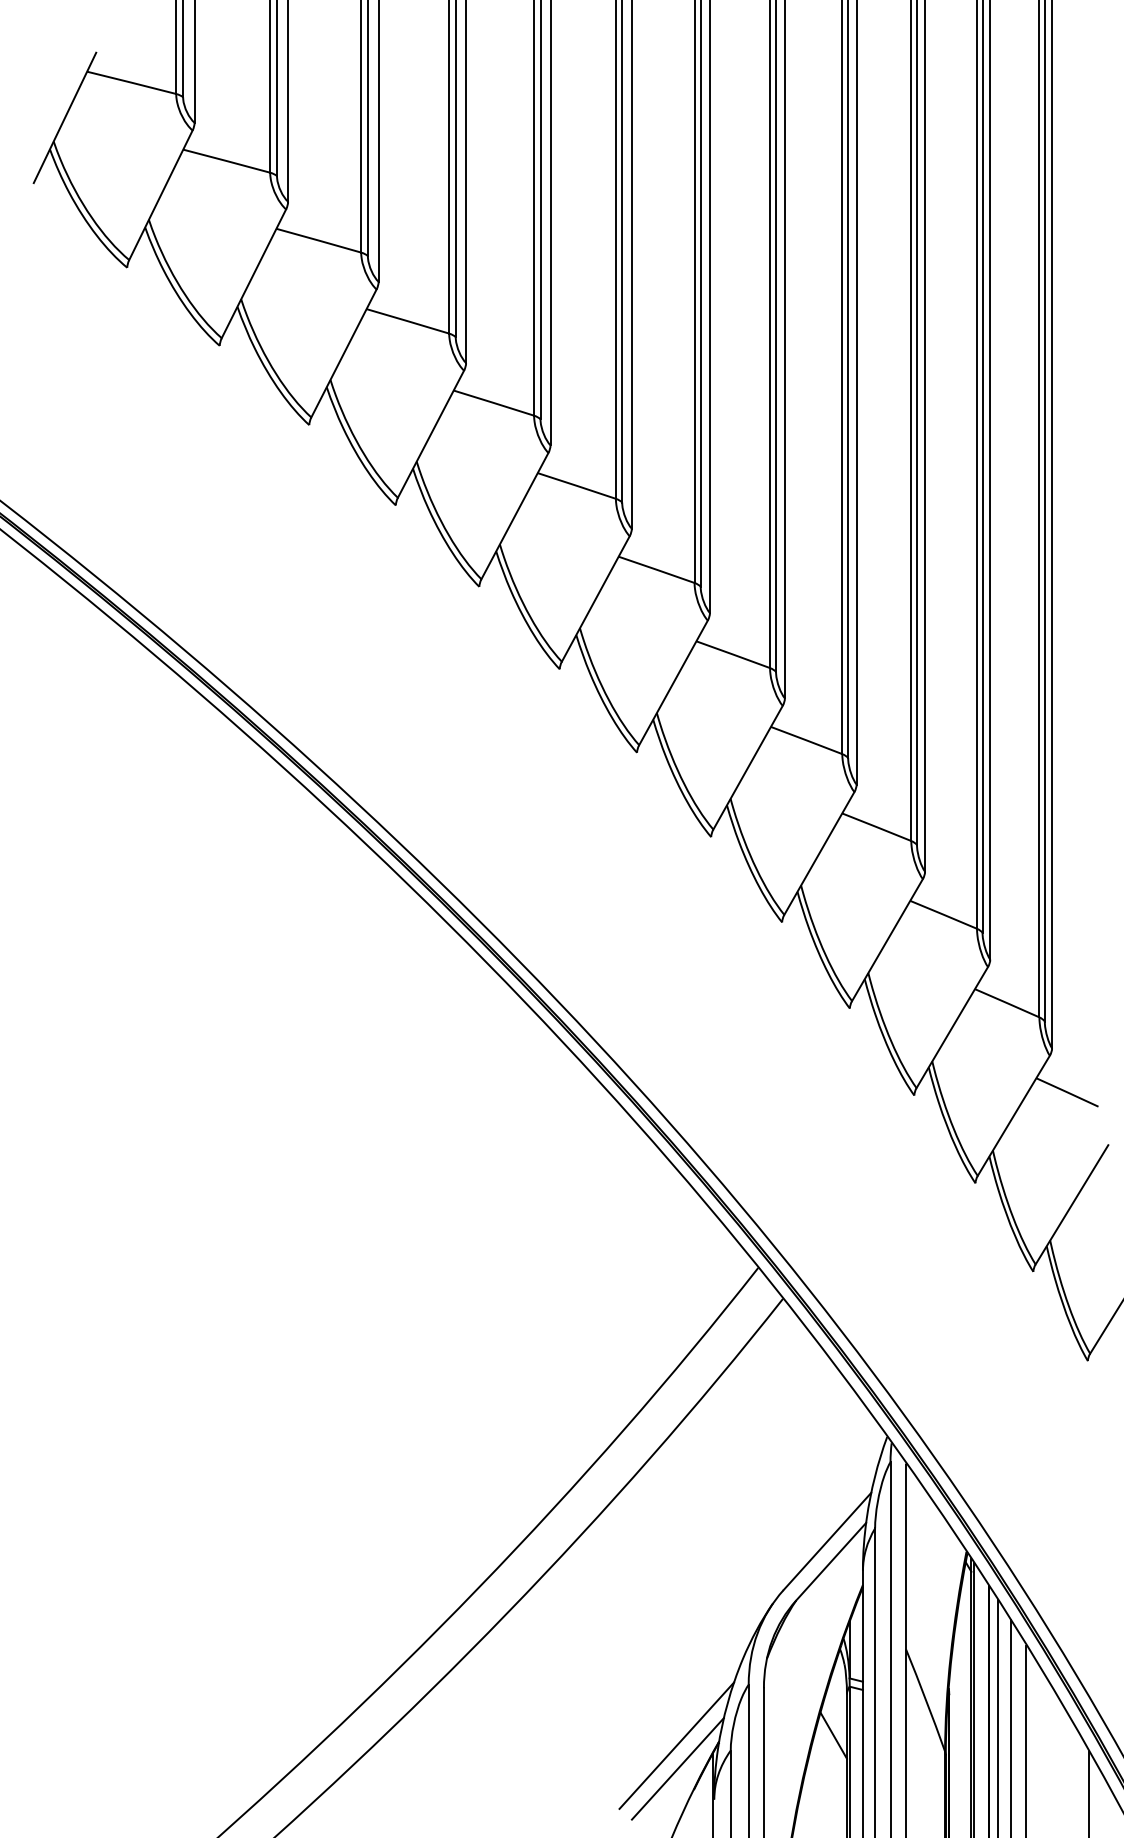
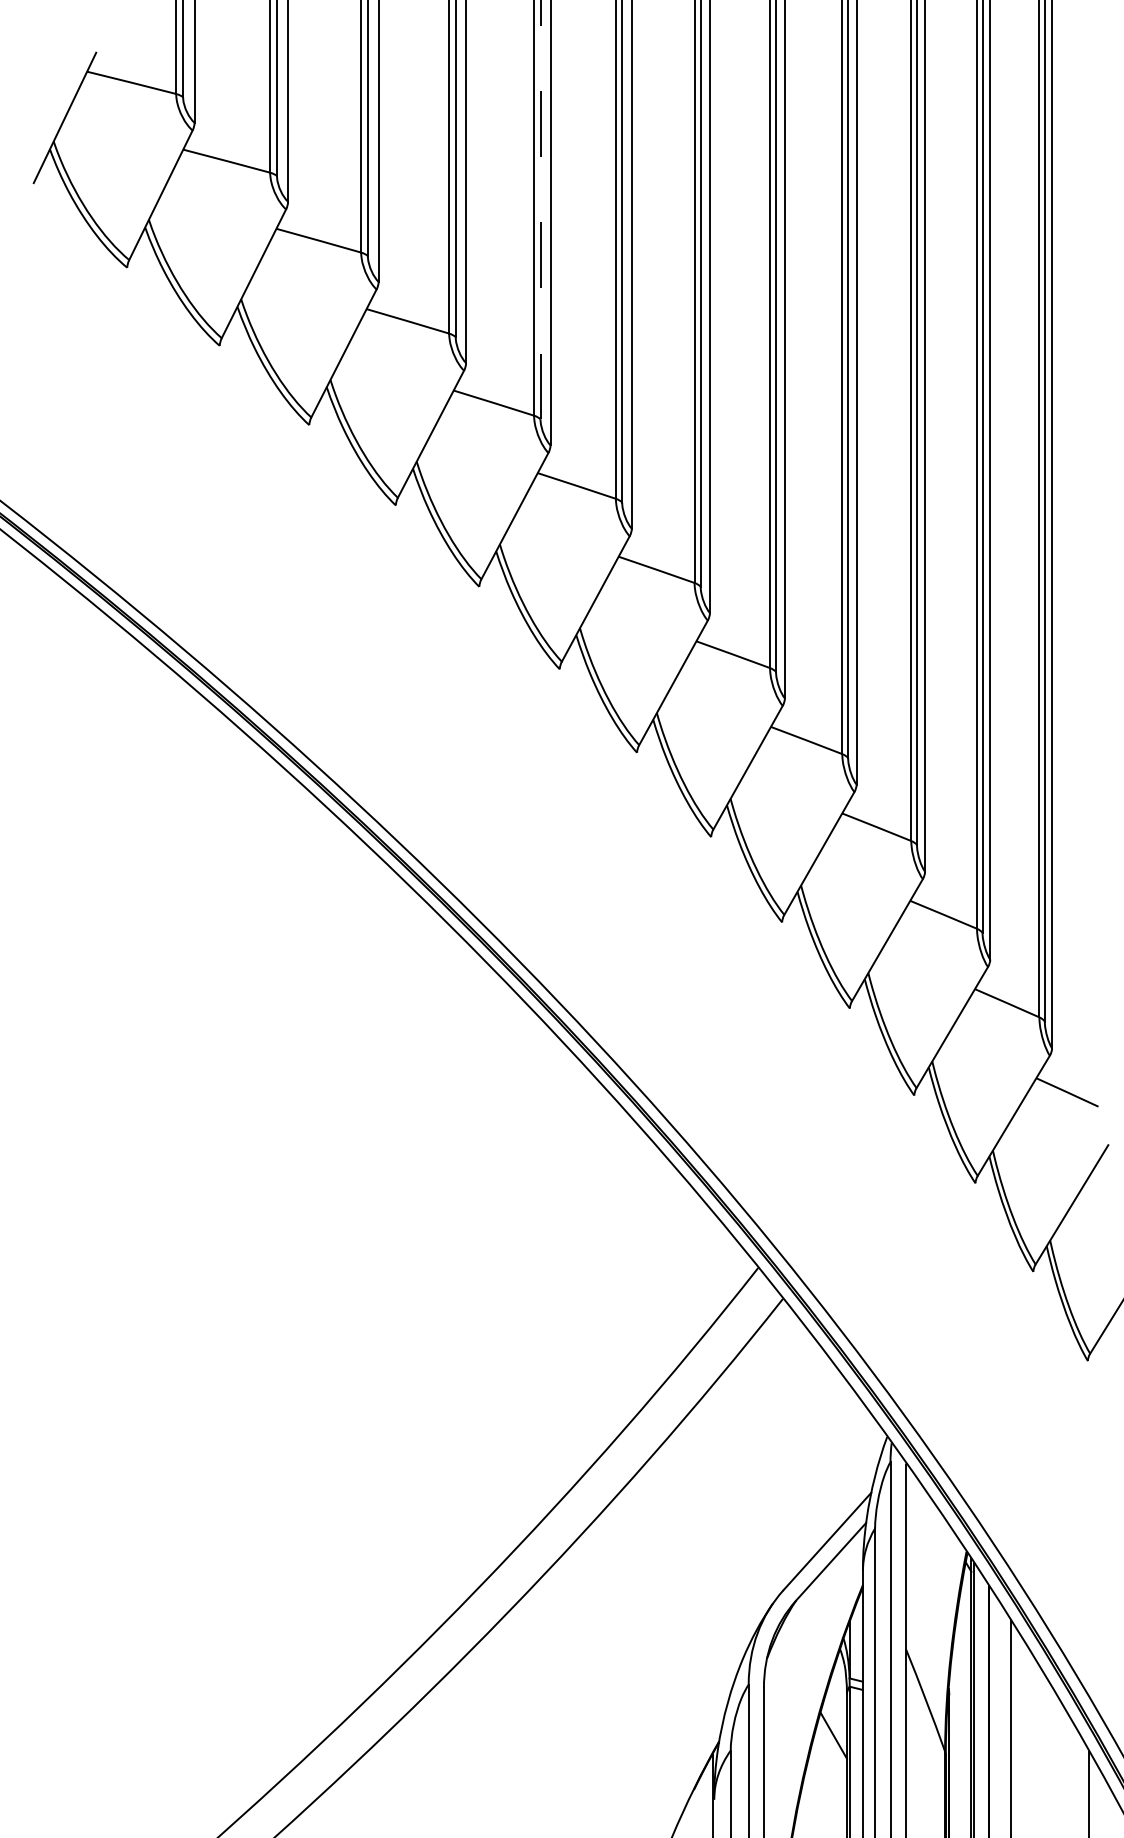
line at (540, 209): solid -> dashed
line at (997, 1716): present -> none
line at (1026, 1739): present -> none
line at (676, 1745): present -> none
line at (677, 1768): present -> none
